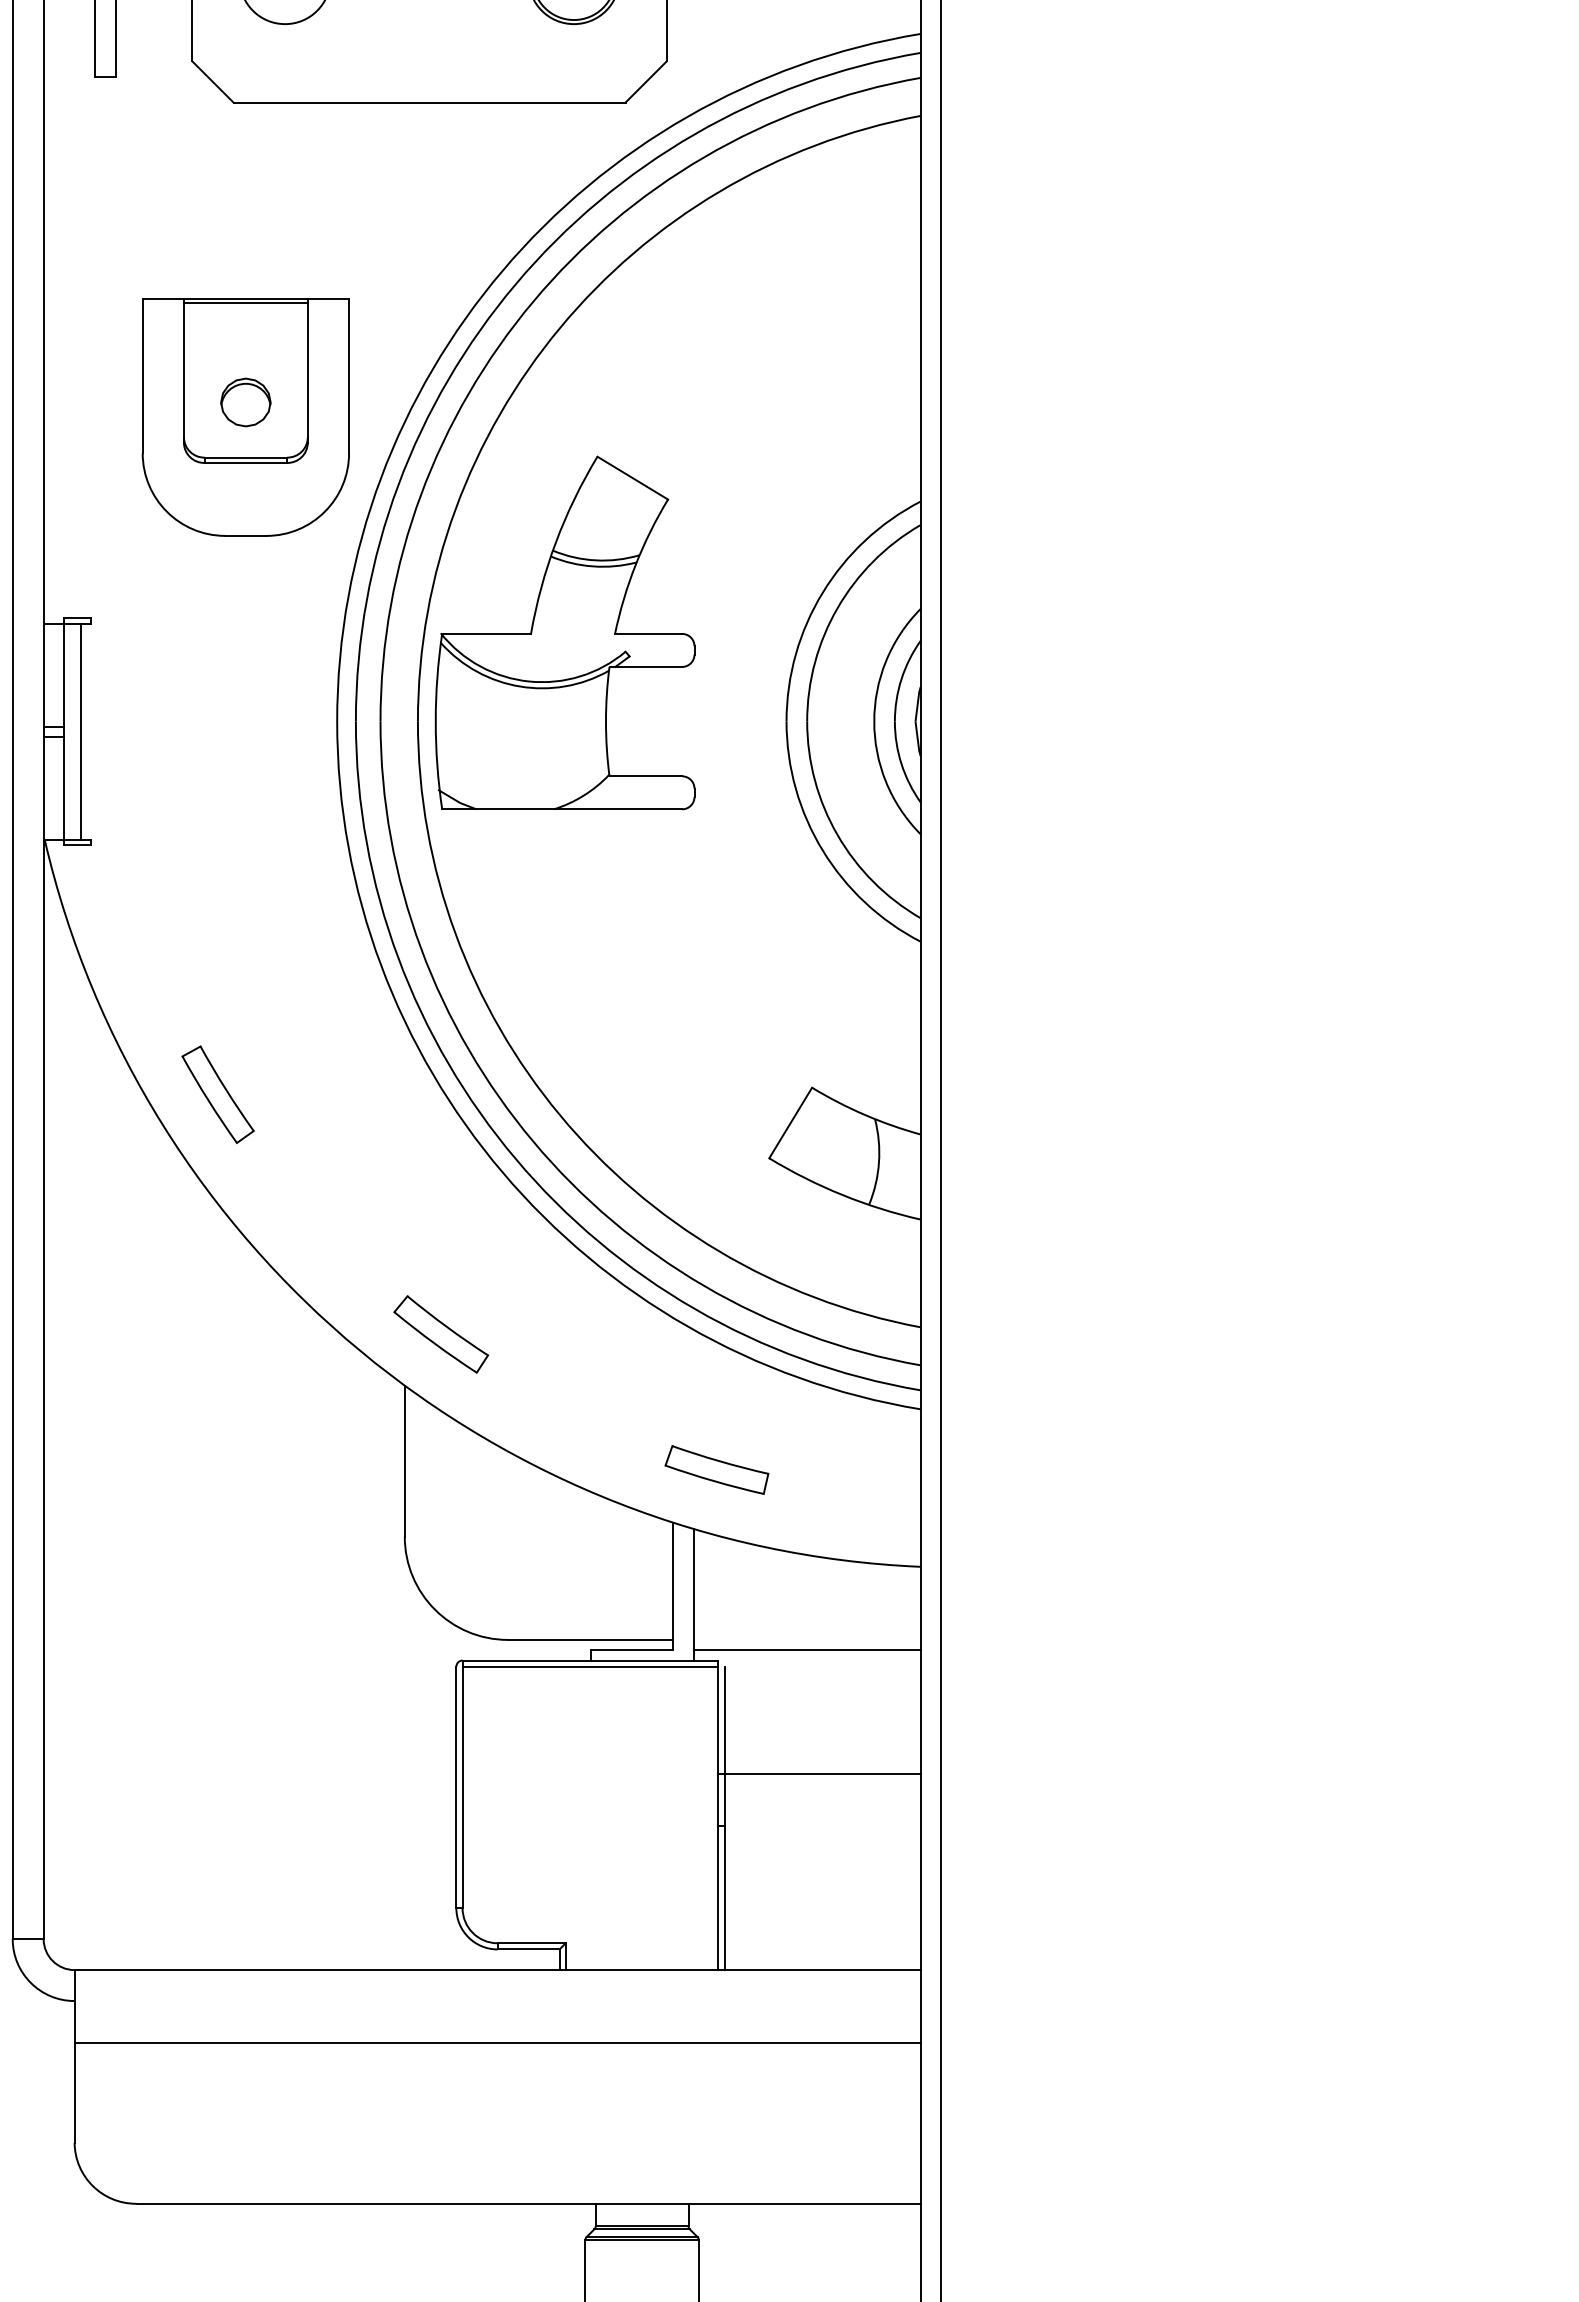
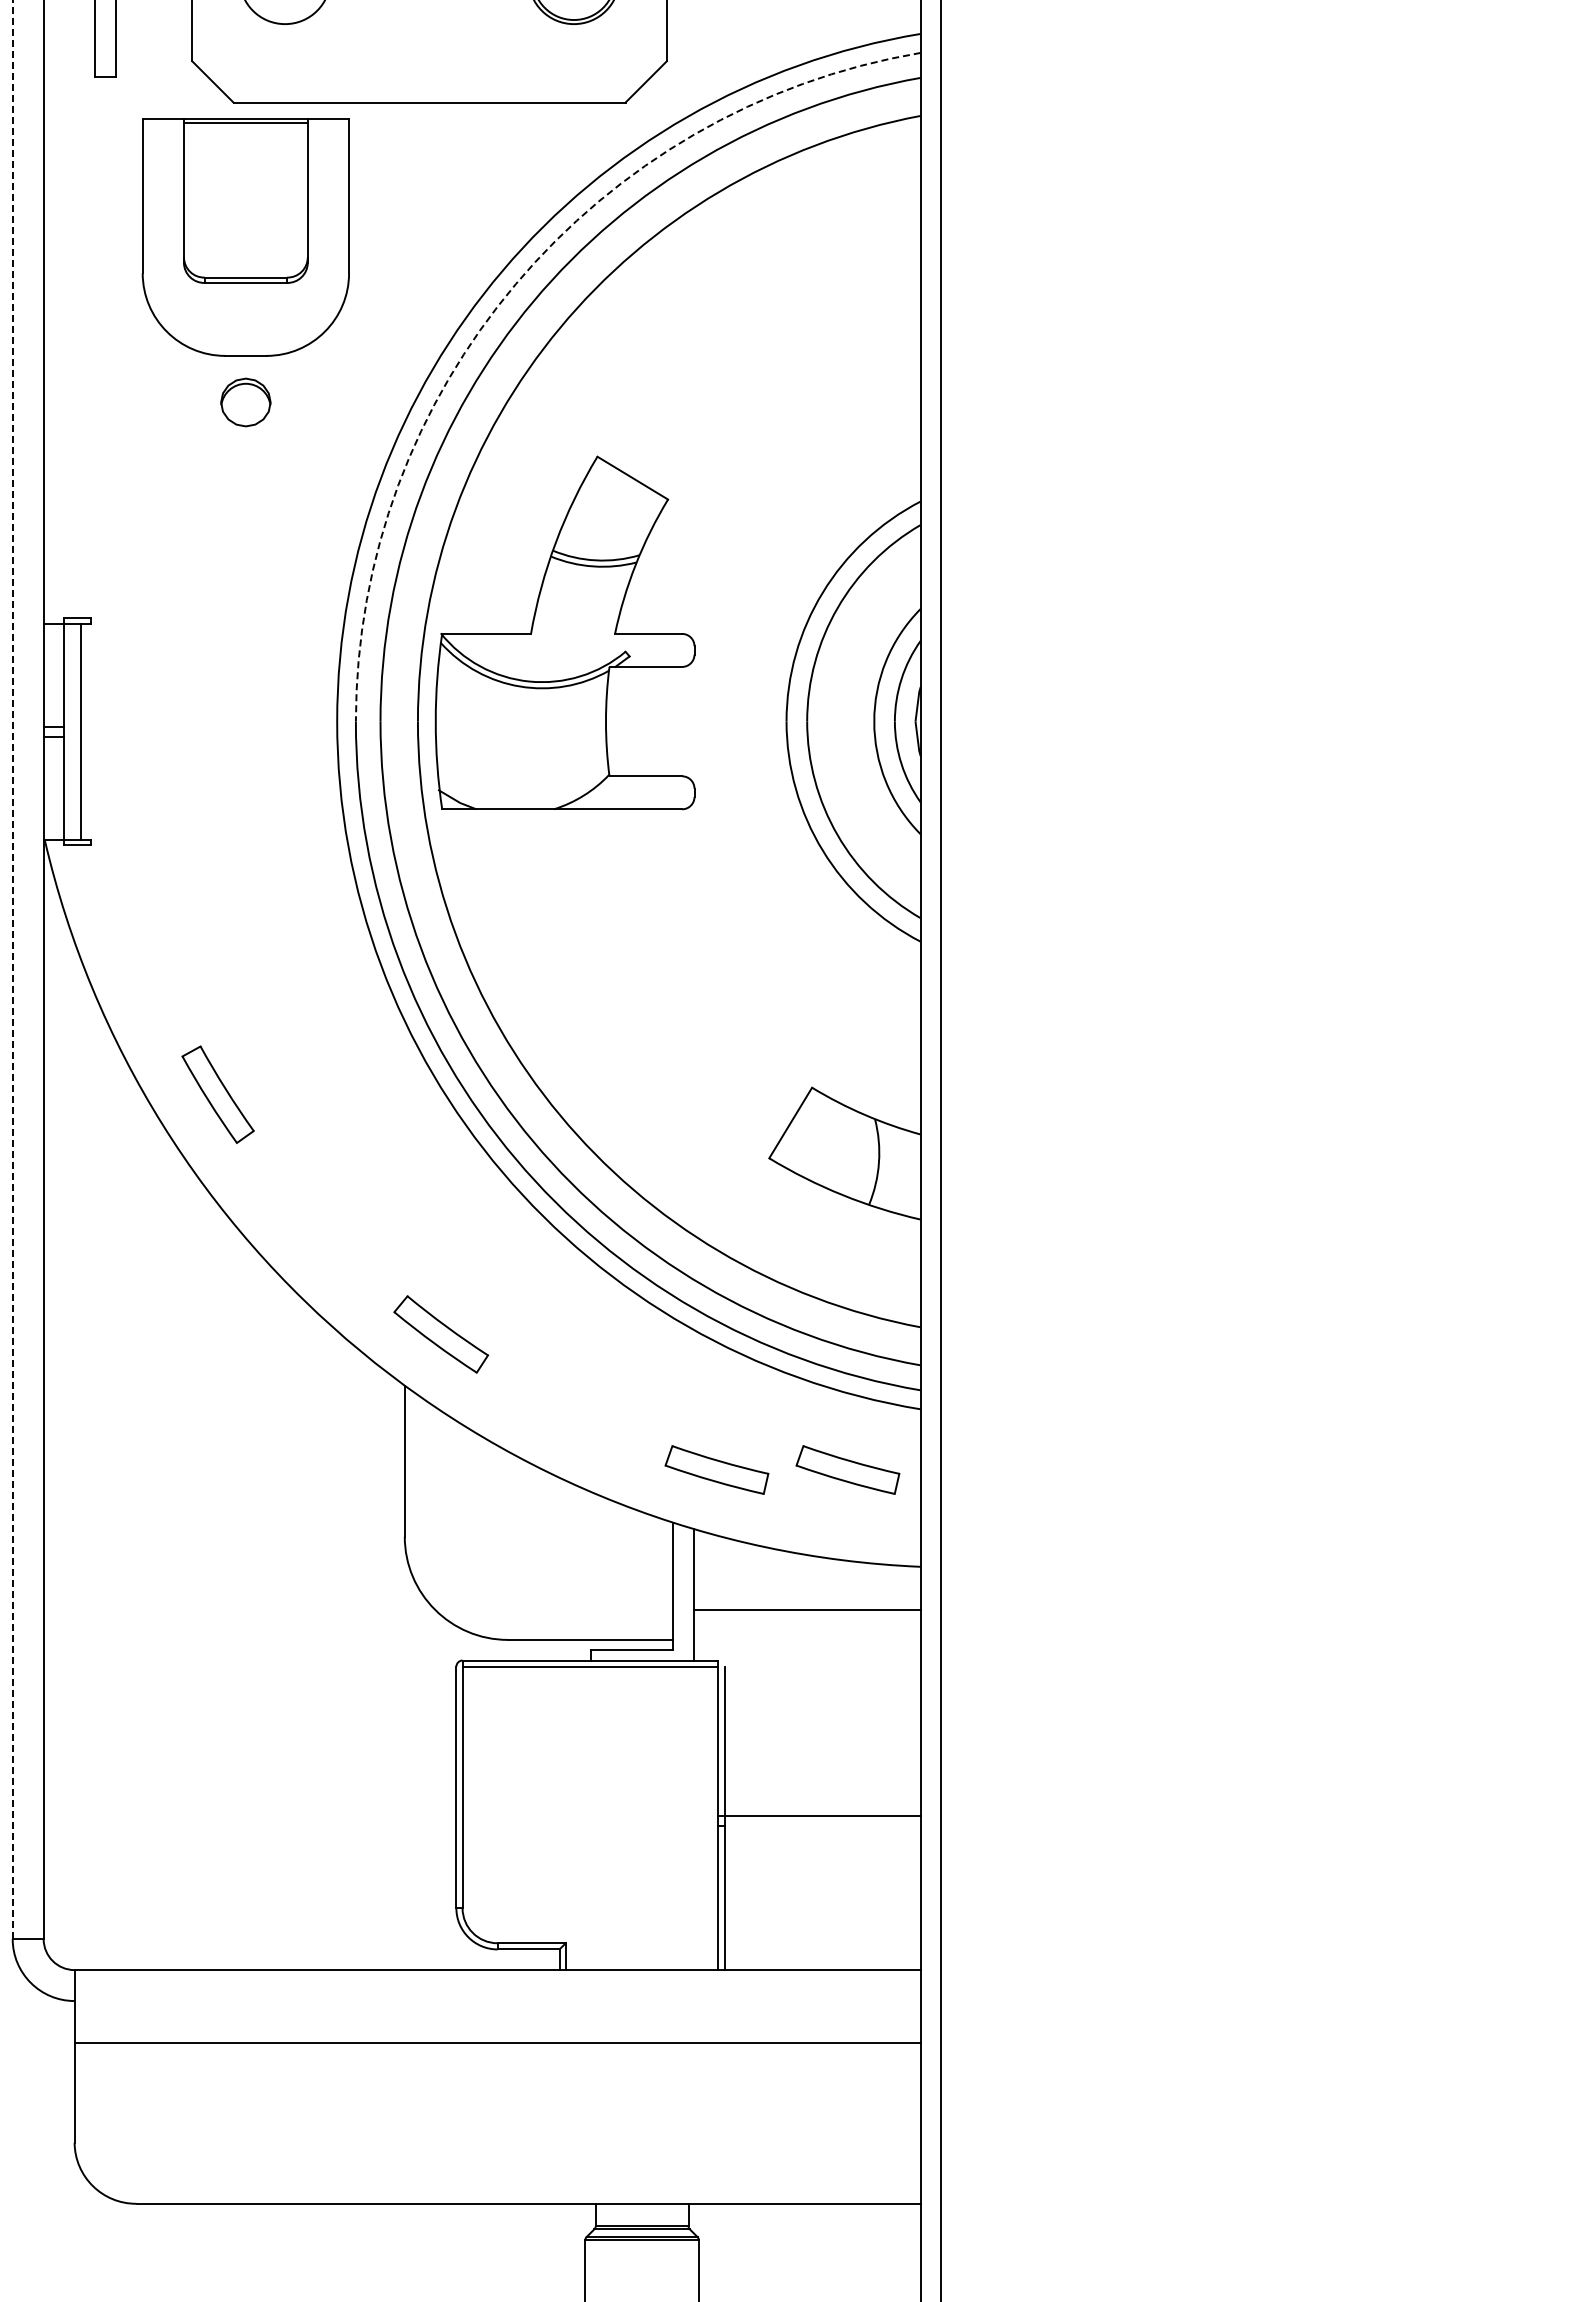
arc at (515, 283): solid -> dashed
part at (245, 417) position: (245, 417) -> (245, 237)
line at (12, 969): solid -> dashed
part at (847, 1469): none -> present
line at (806, 1650) position: (806, 1650) -> (806, 1610)
line at (819, 1774) position: (819, 1774) -> (819, 1816)
